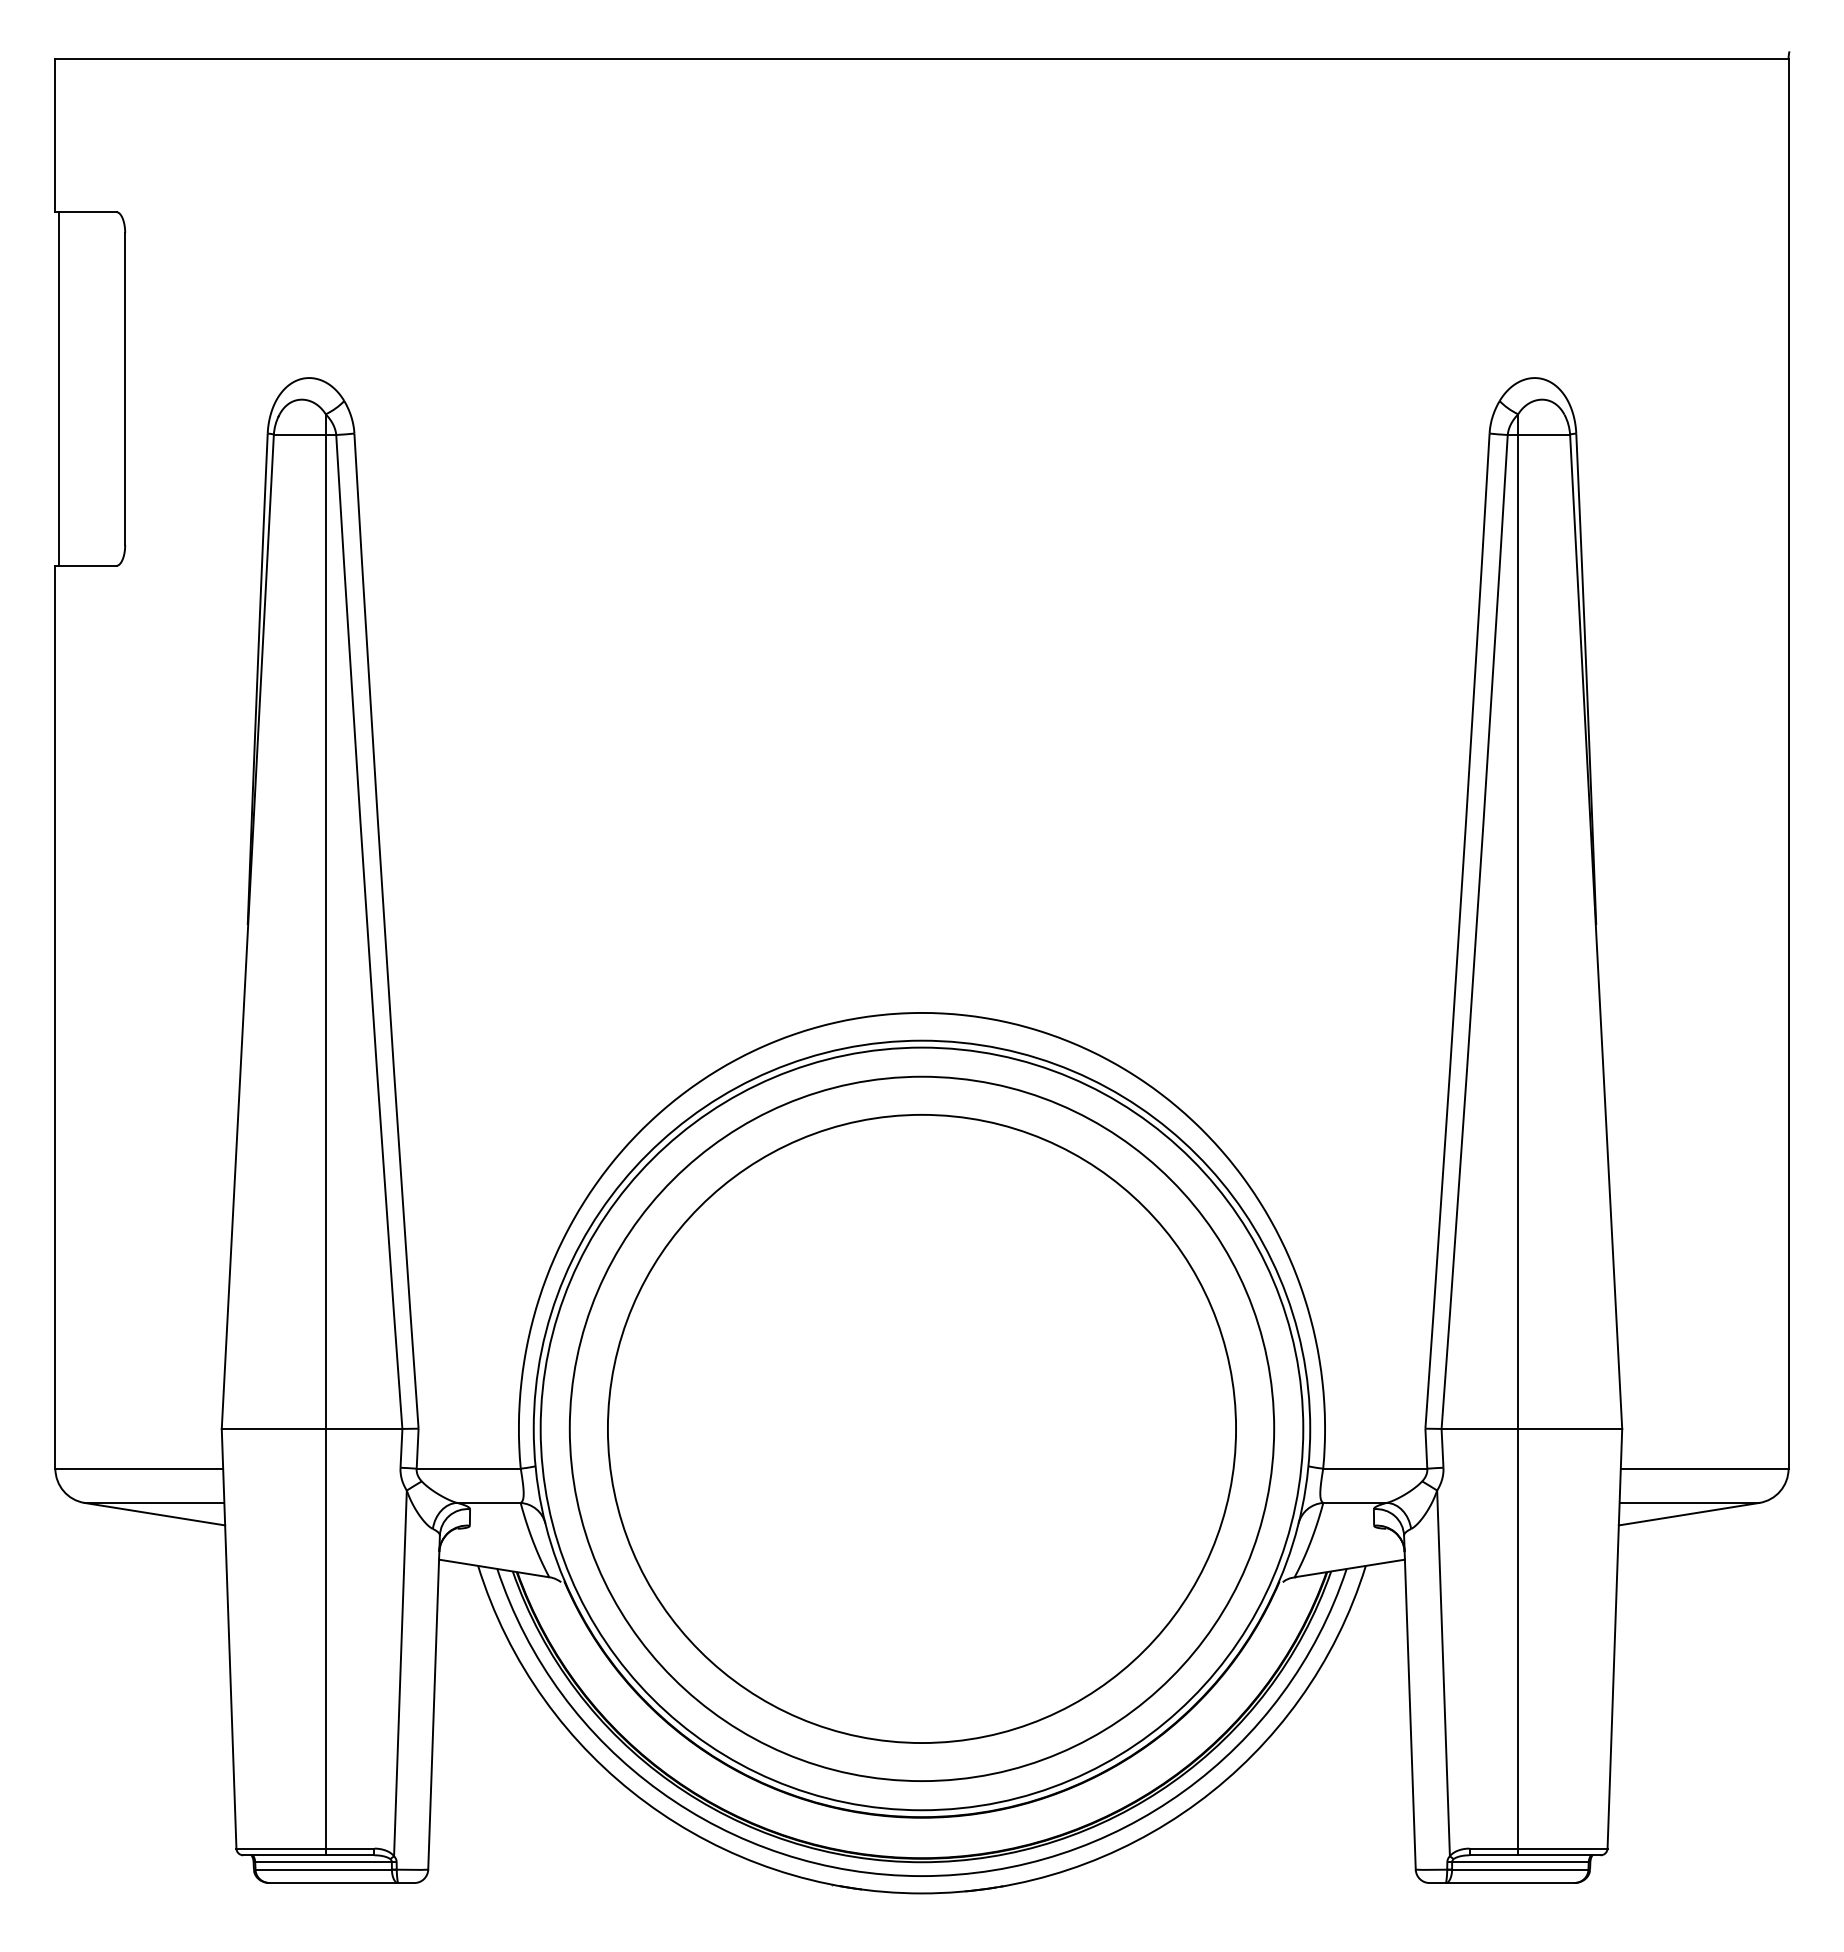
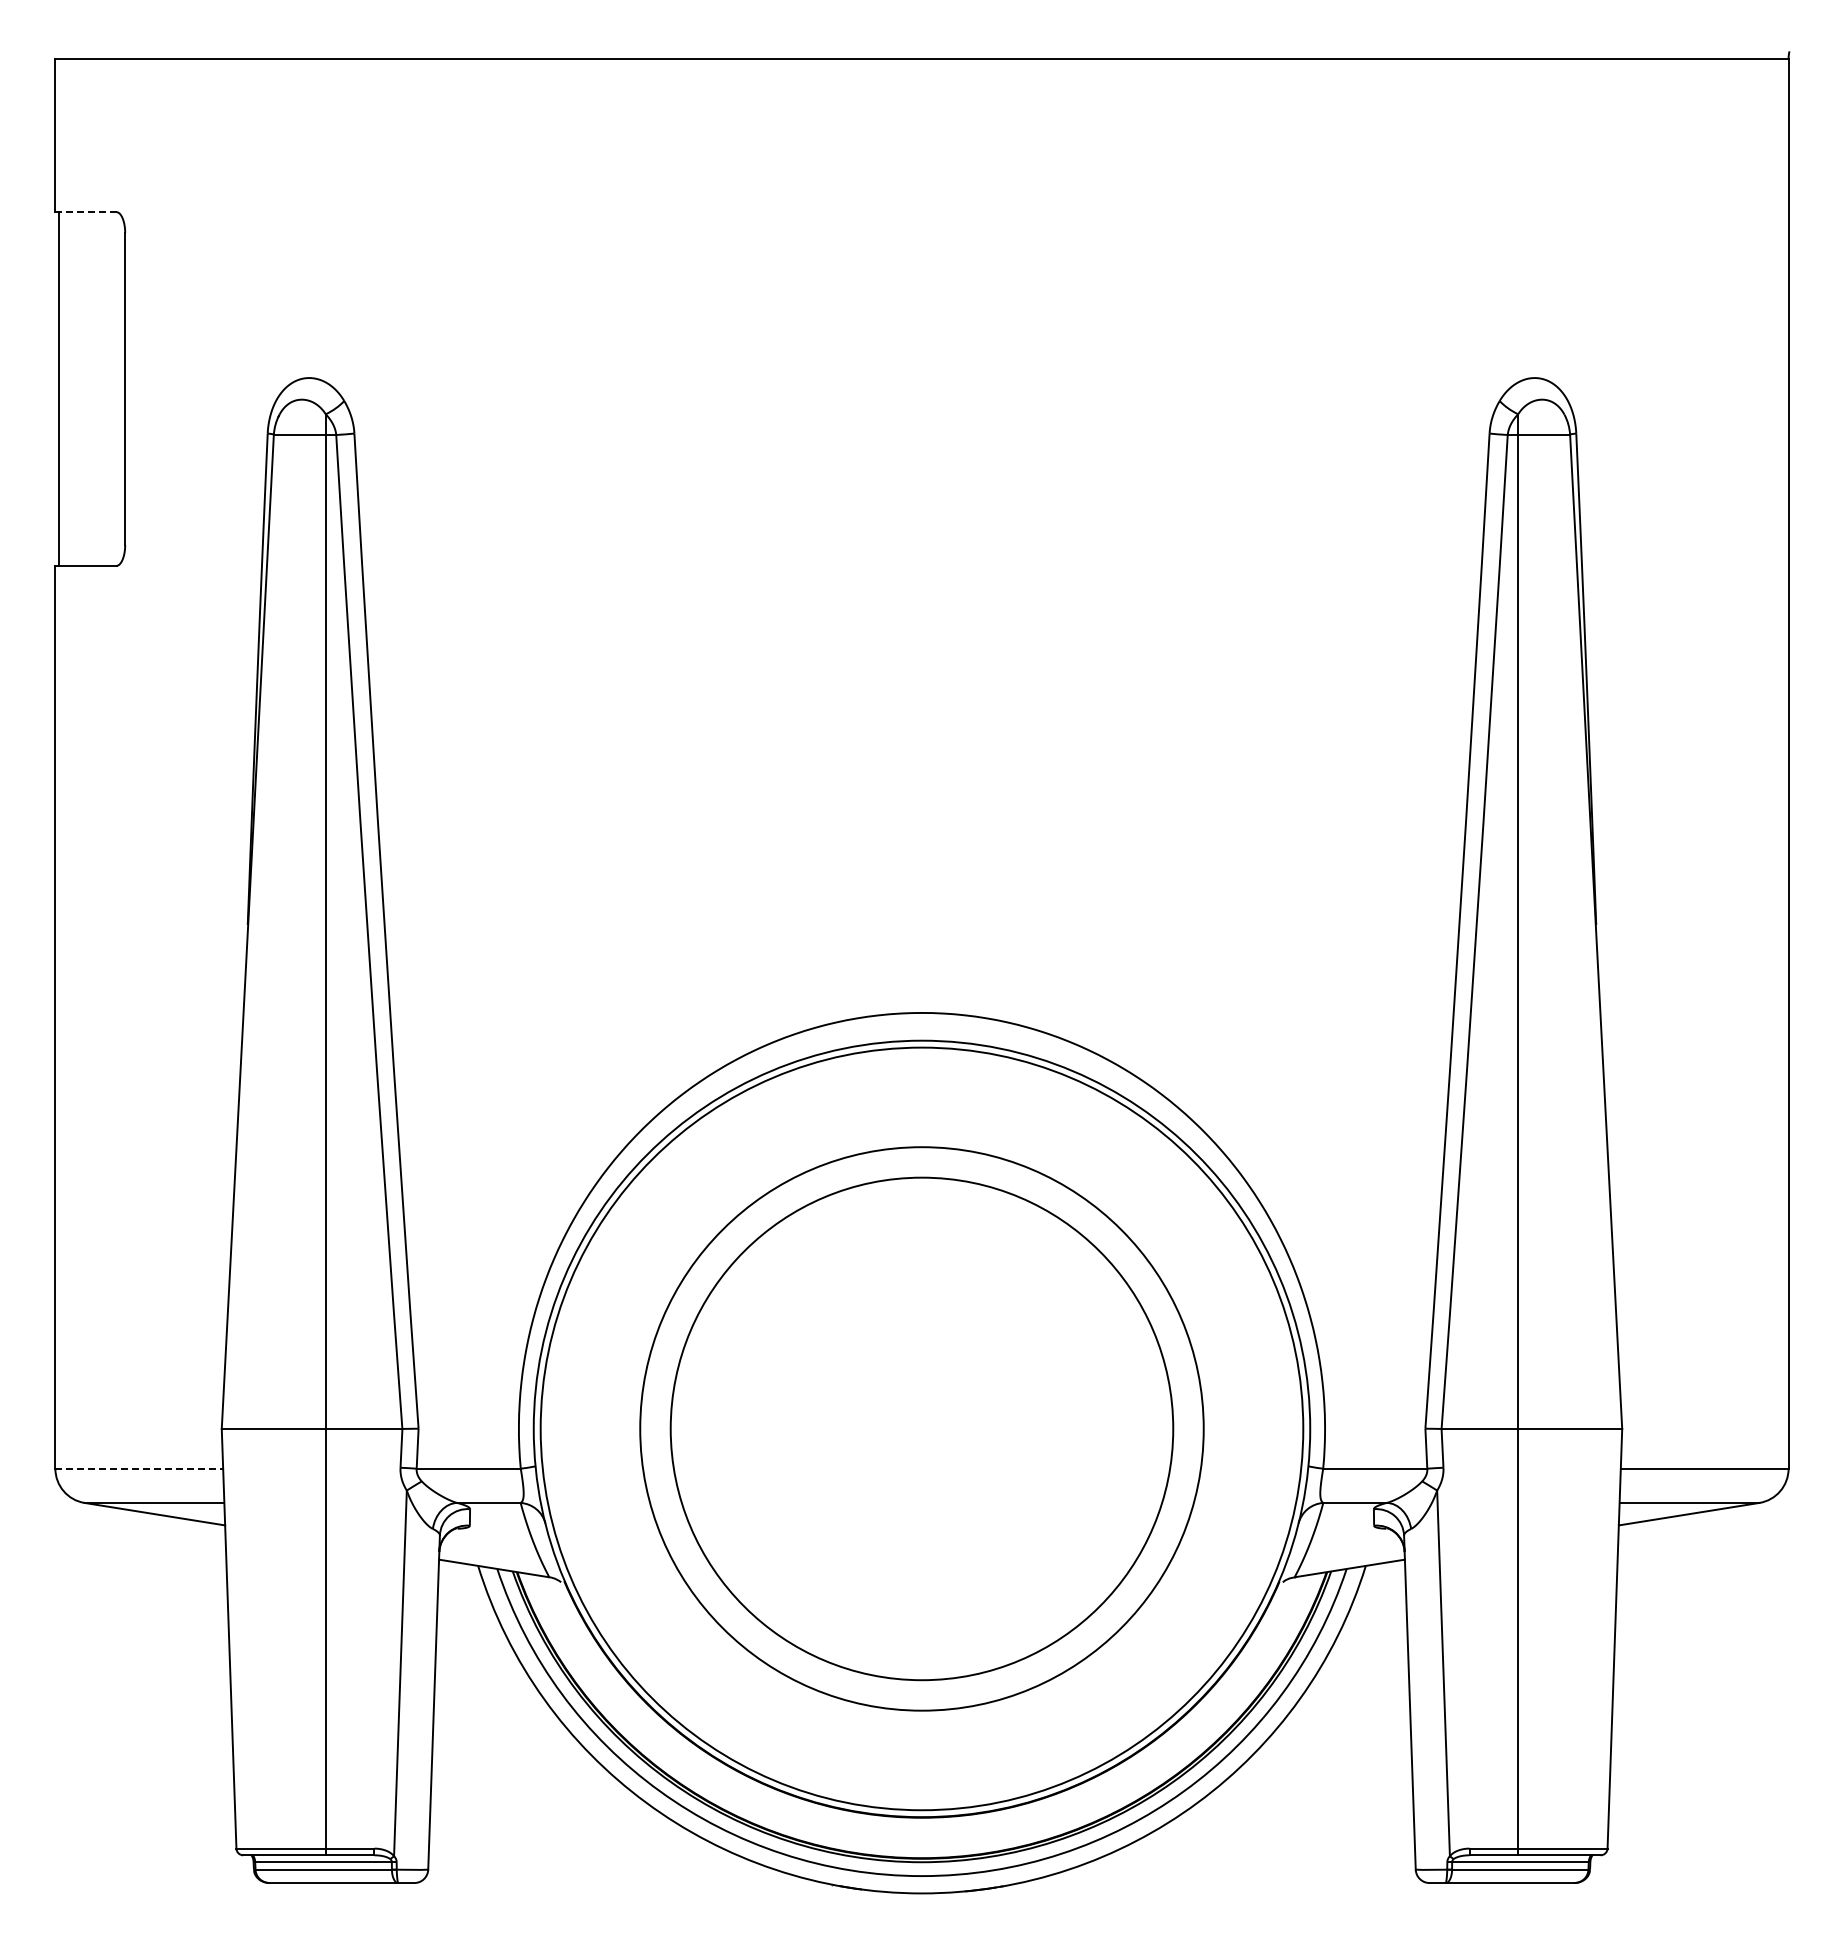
line at (86, 212): solid -> dashed
circle at (921, 1428) diameter: 628 px -> 503 px
circle at (921, 1428) diameter: 704 px -> 563 px
line at (139, 1468): solid -> dashed
